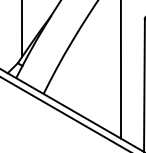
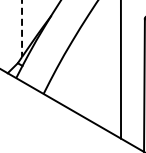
line at (22, 29): solid -> dashed
line at (64, 113): present -> none
